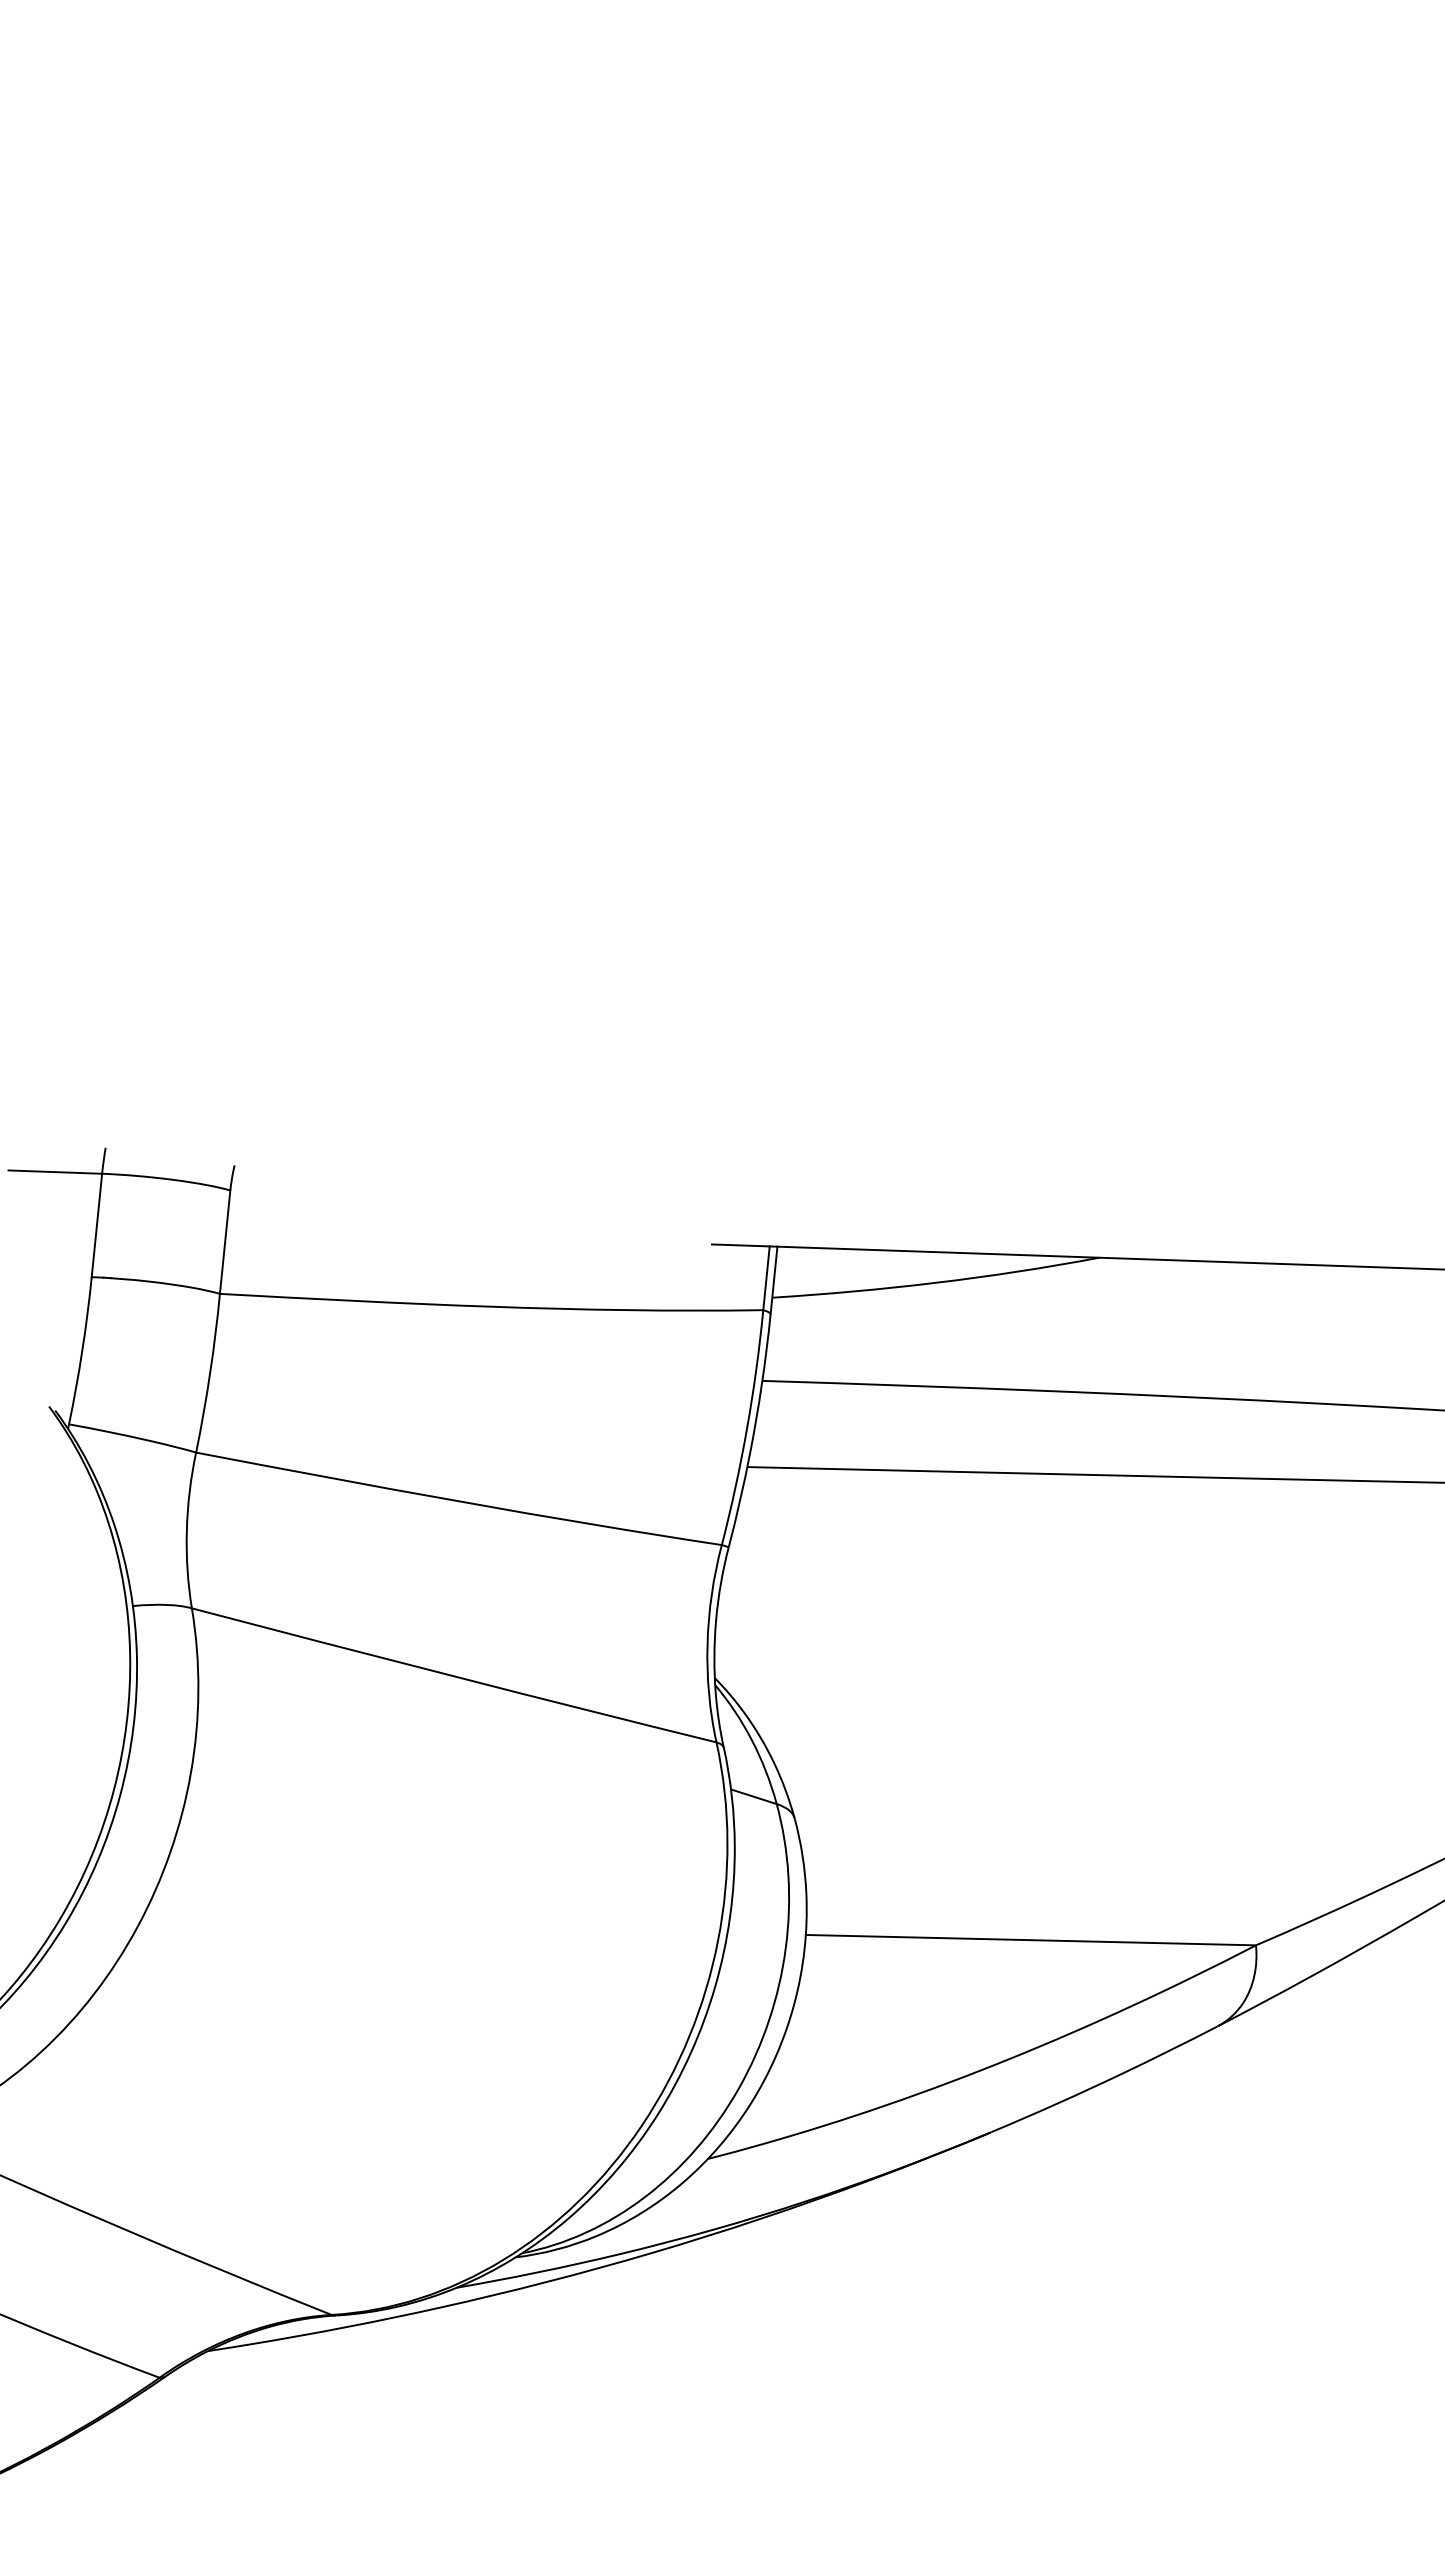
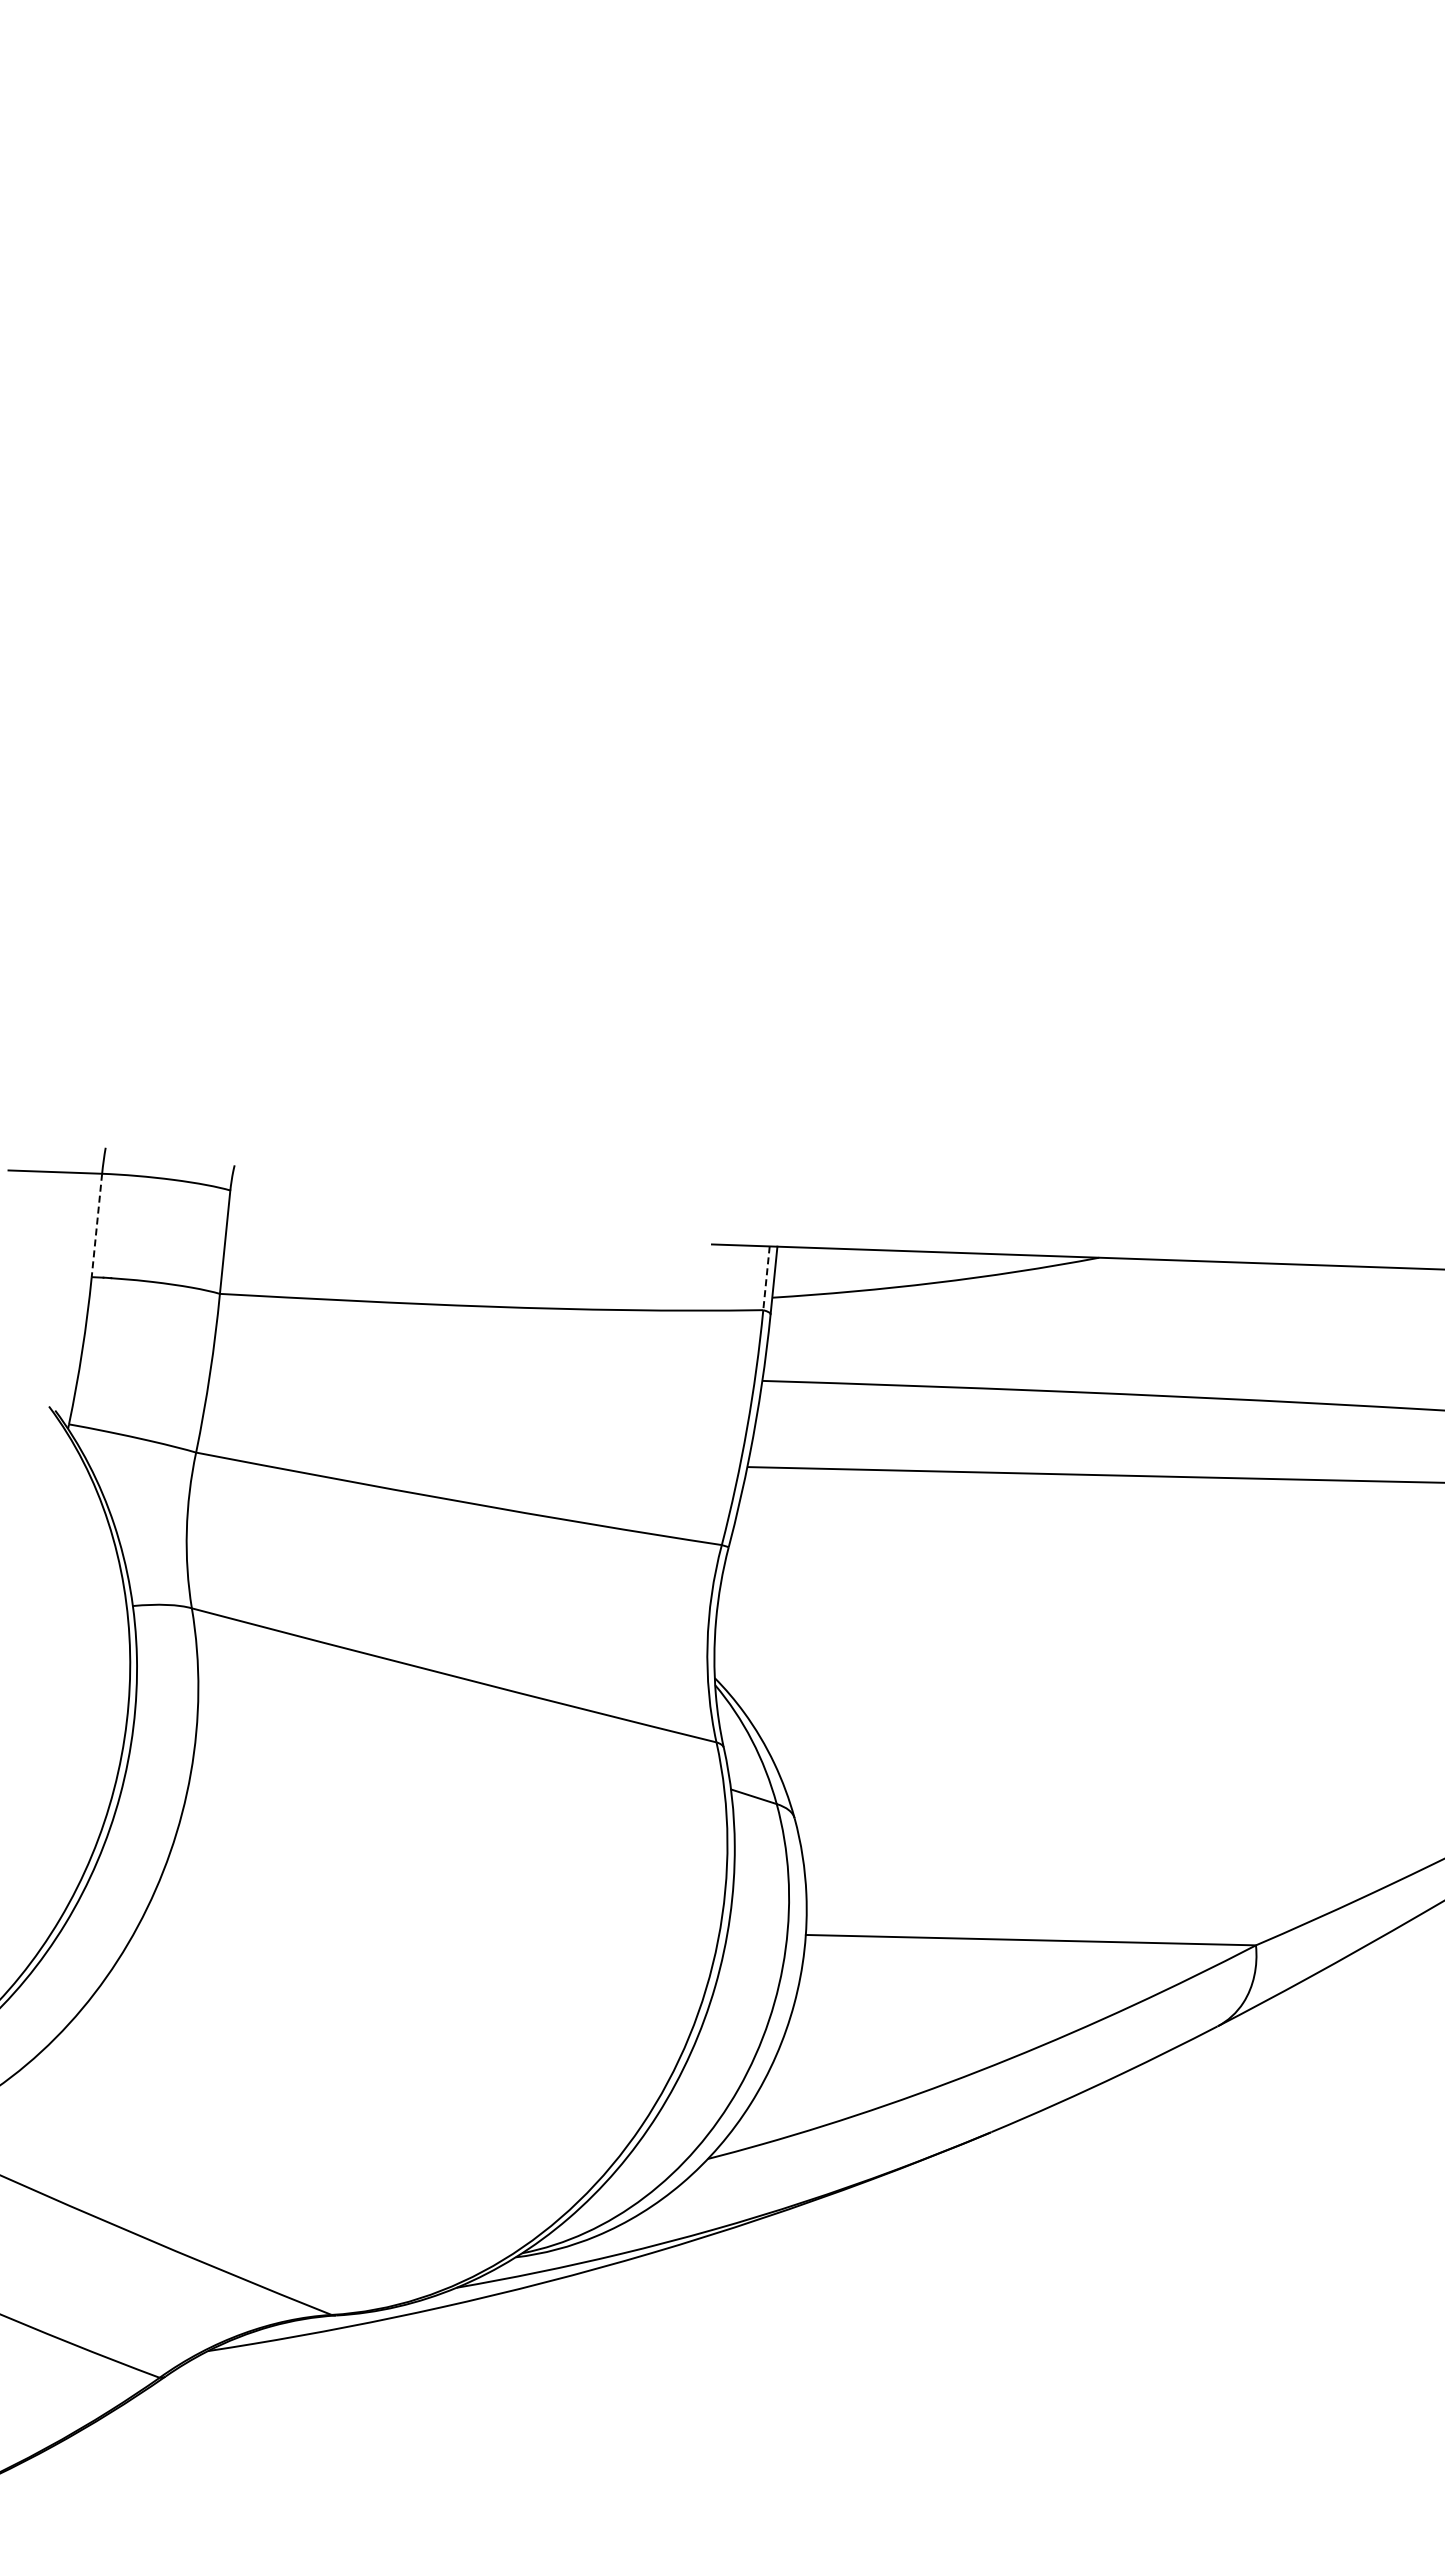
line at (96, 1225): solid -> dashed
line at (766, 1278): solid -> dashed
